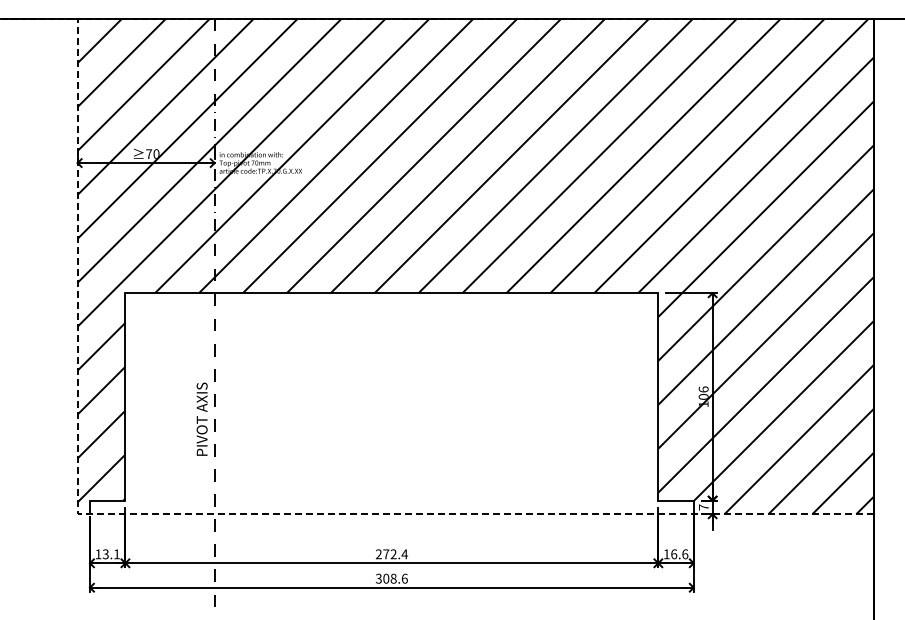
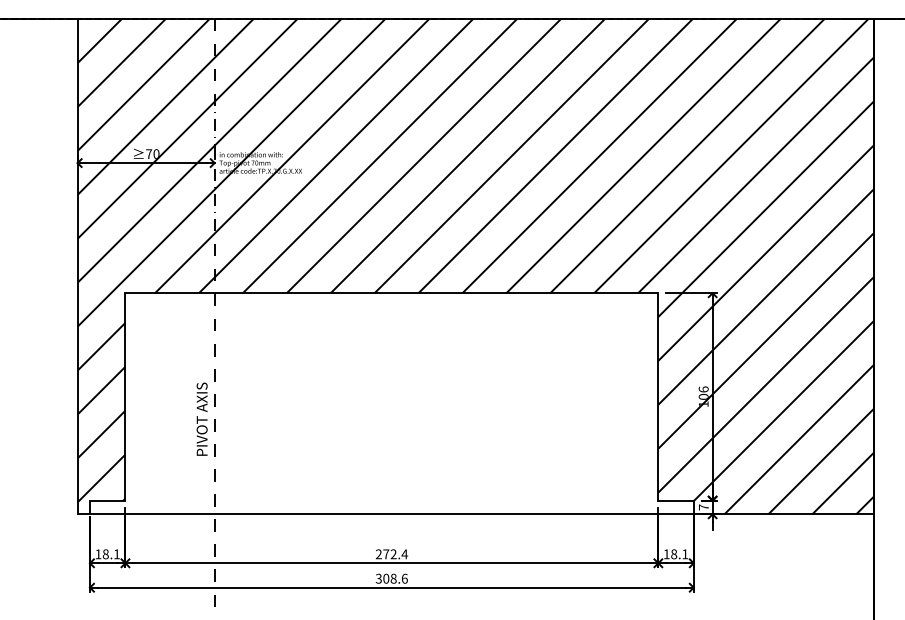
line at (226, 514): dashed -> solid
text at (105, 554): 13.1 -> 18.1
text at (679, 554): 16.6 -> 18.1
